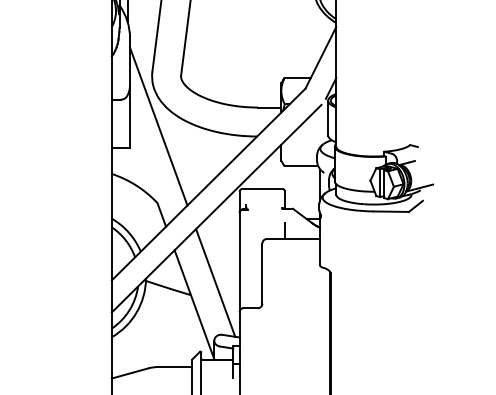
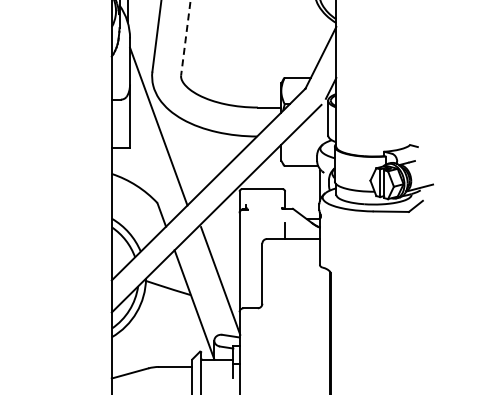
line at (185, 37): solid -> dashed
line at (215, 282) position: (215, 282) -> (220, 280)
